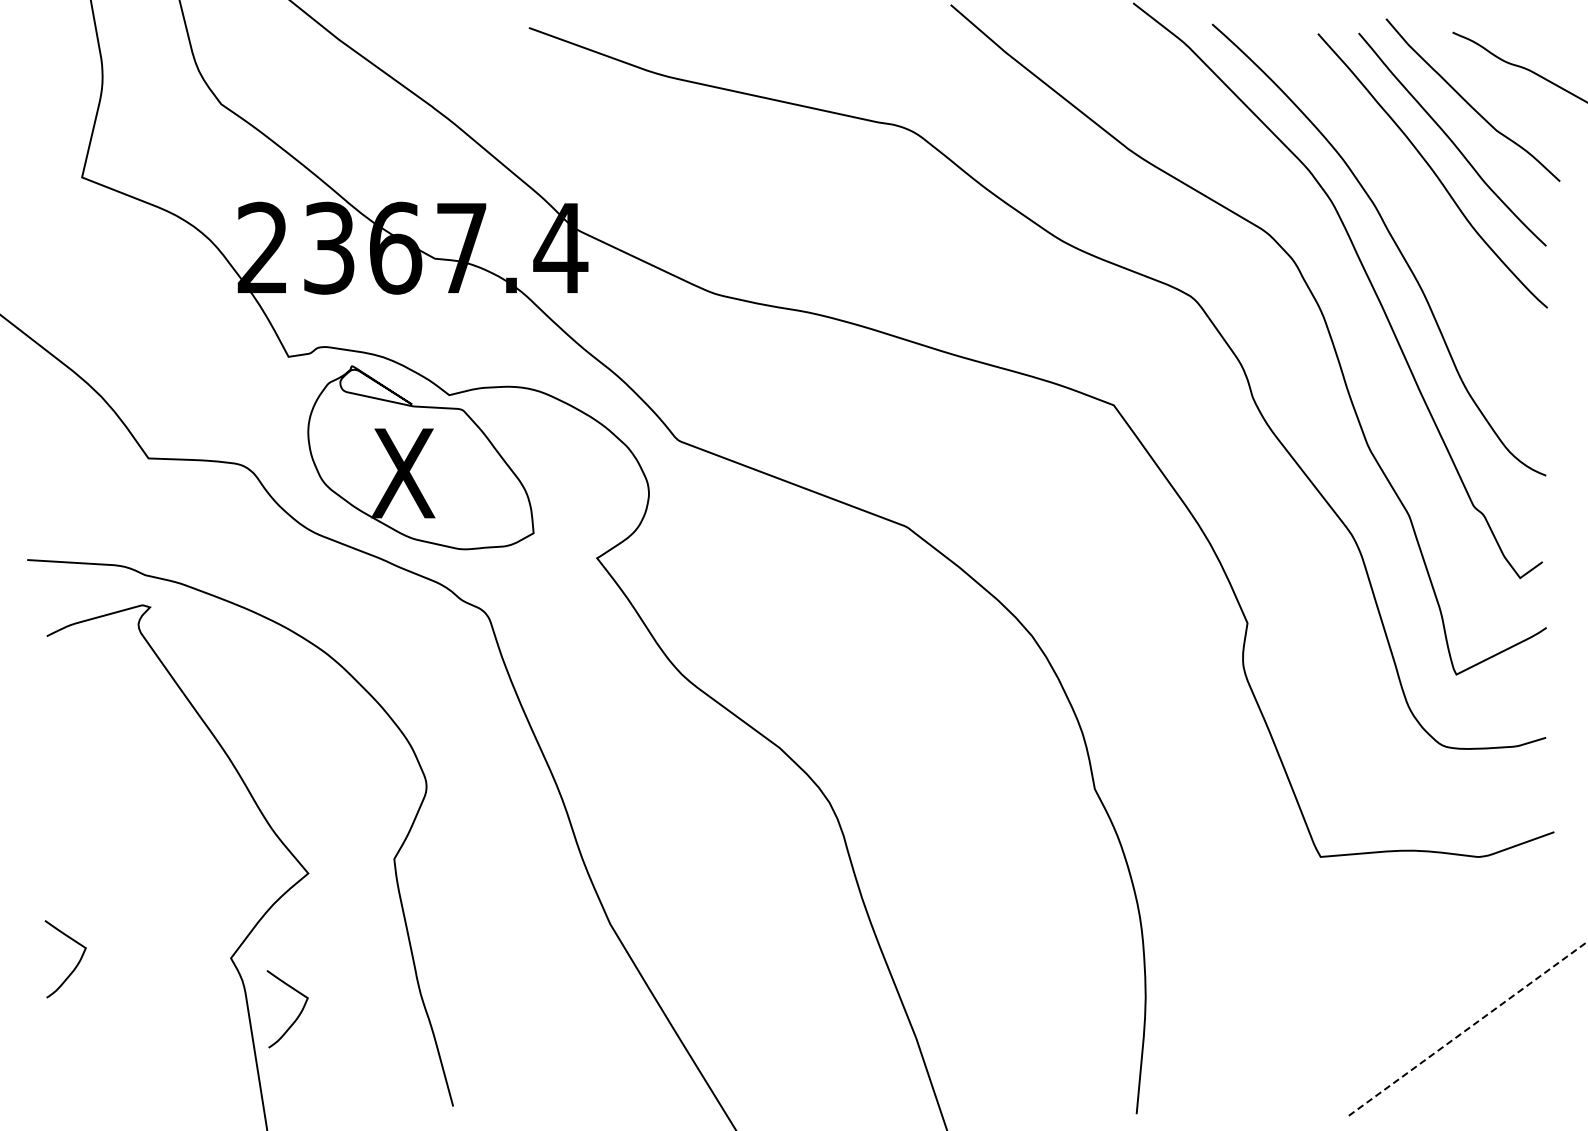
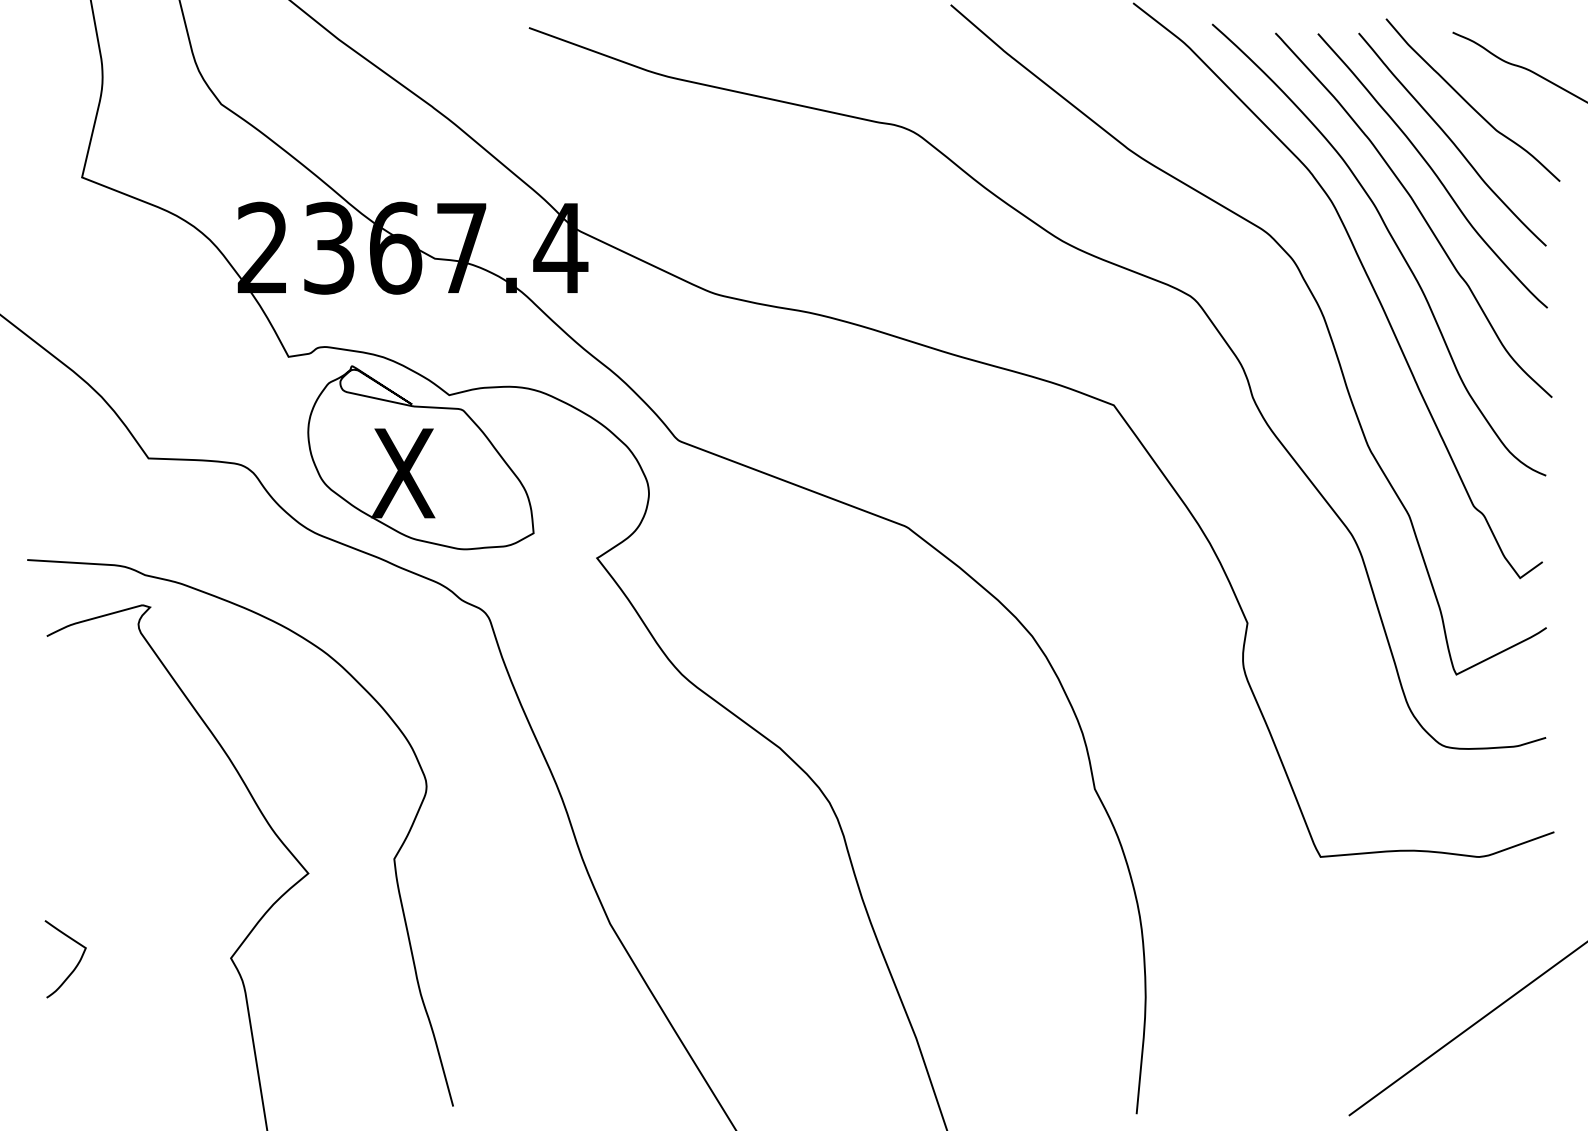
curve at (1418, 211): none -> present
curve at (296, 1017): present -> none
line at (1468, 1028): dashed -> solid
